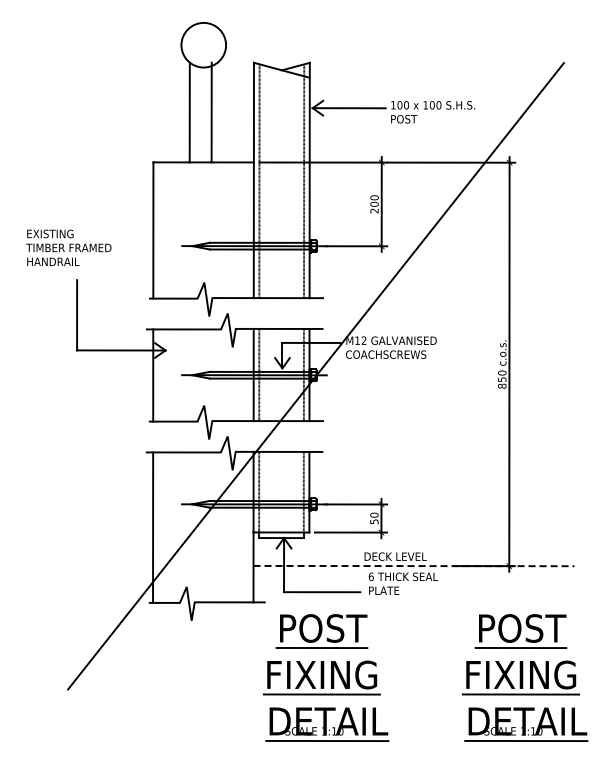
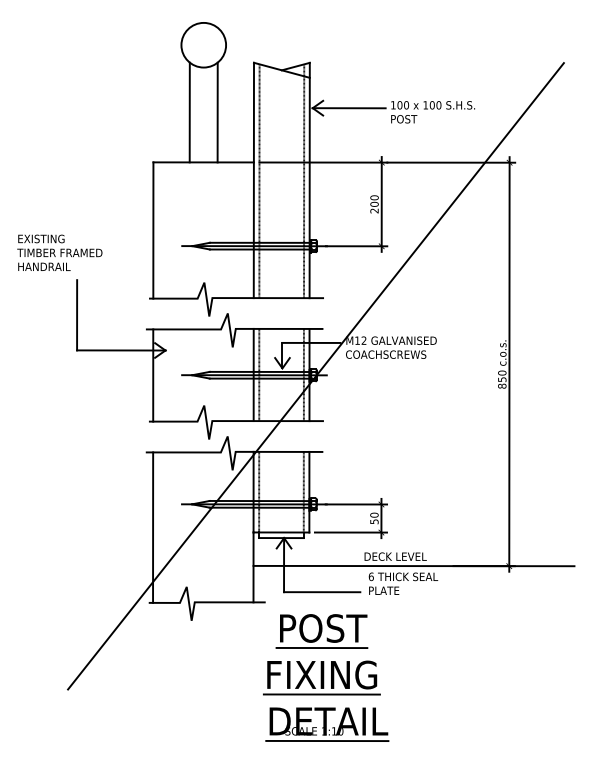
line at (211, 112) position: (211, 112) -> (217, 112)
text at (68, 247) position: (68, 247) -> (59, 252)
line at (414, 566): dashed -> solid
part at (525, 677): present -> none
